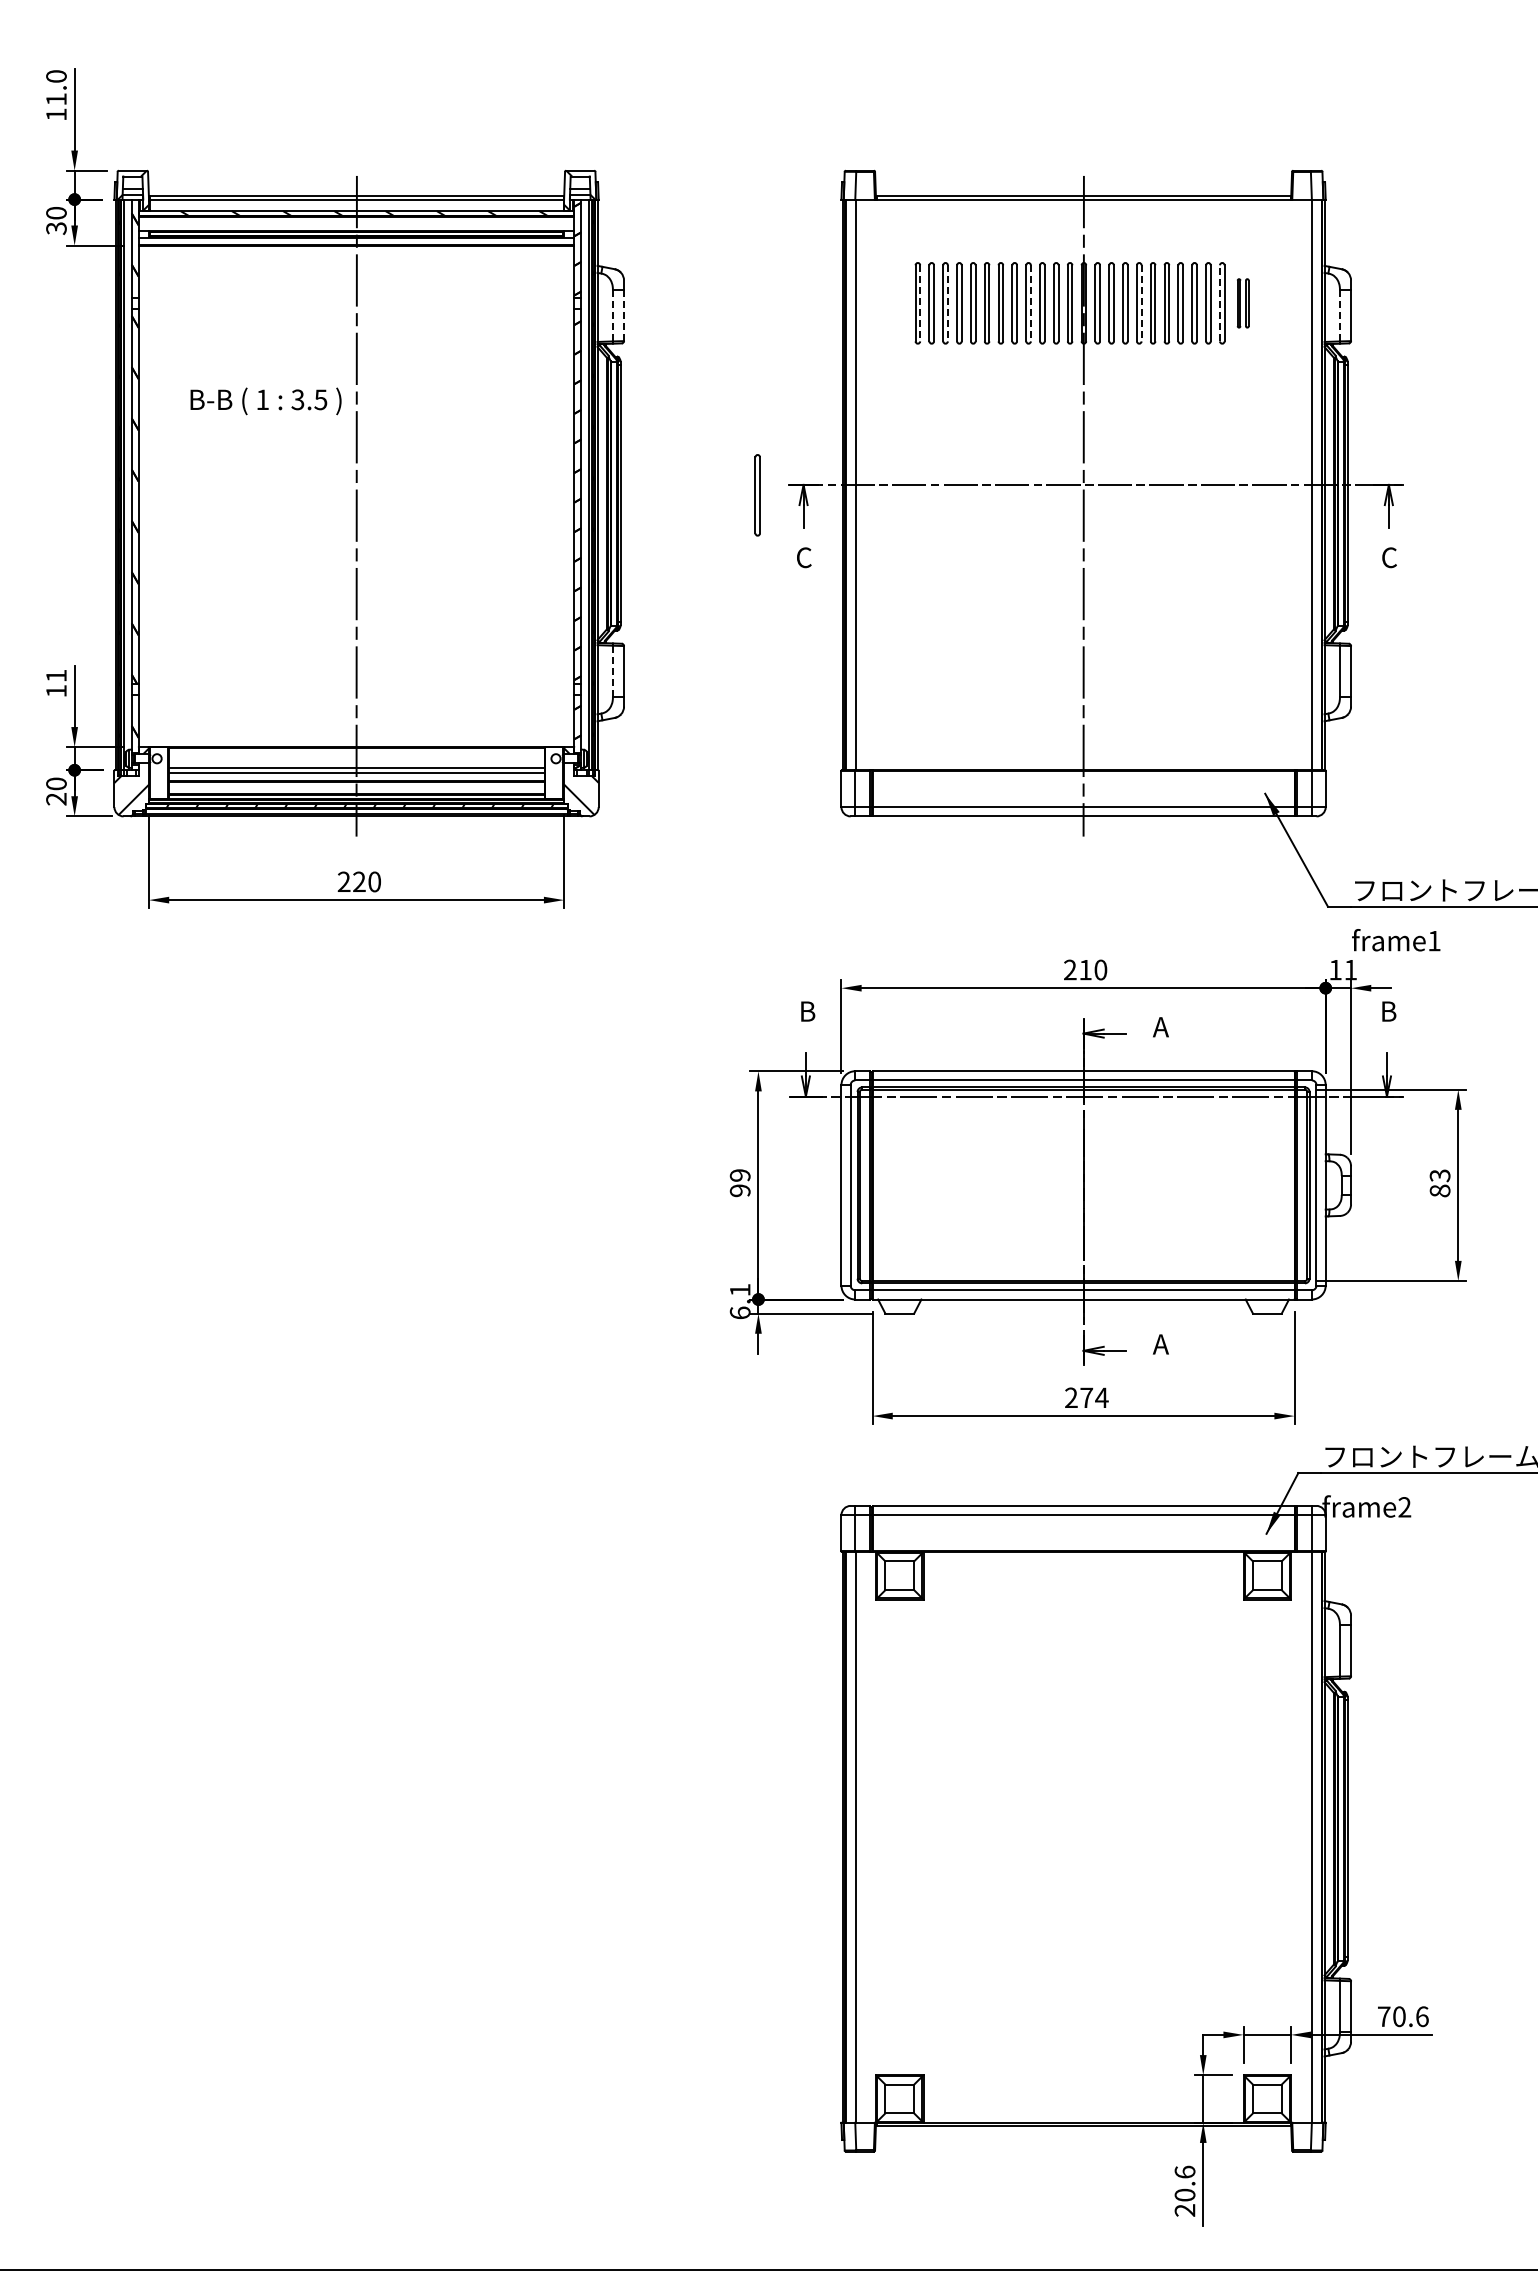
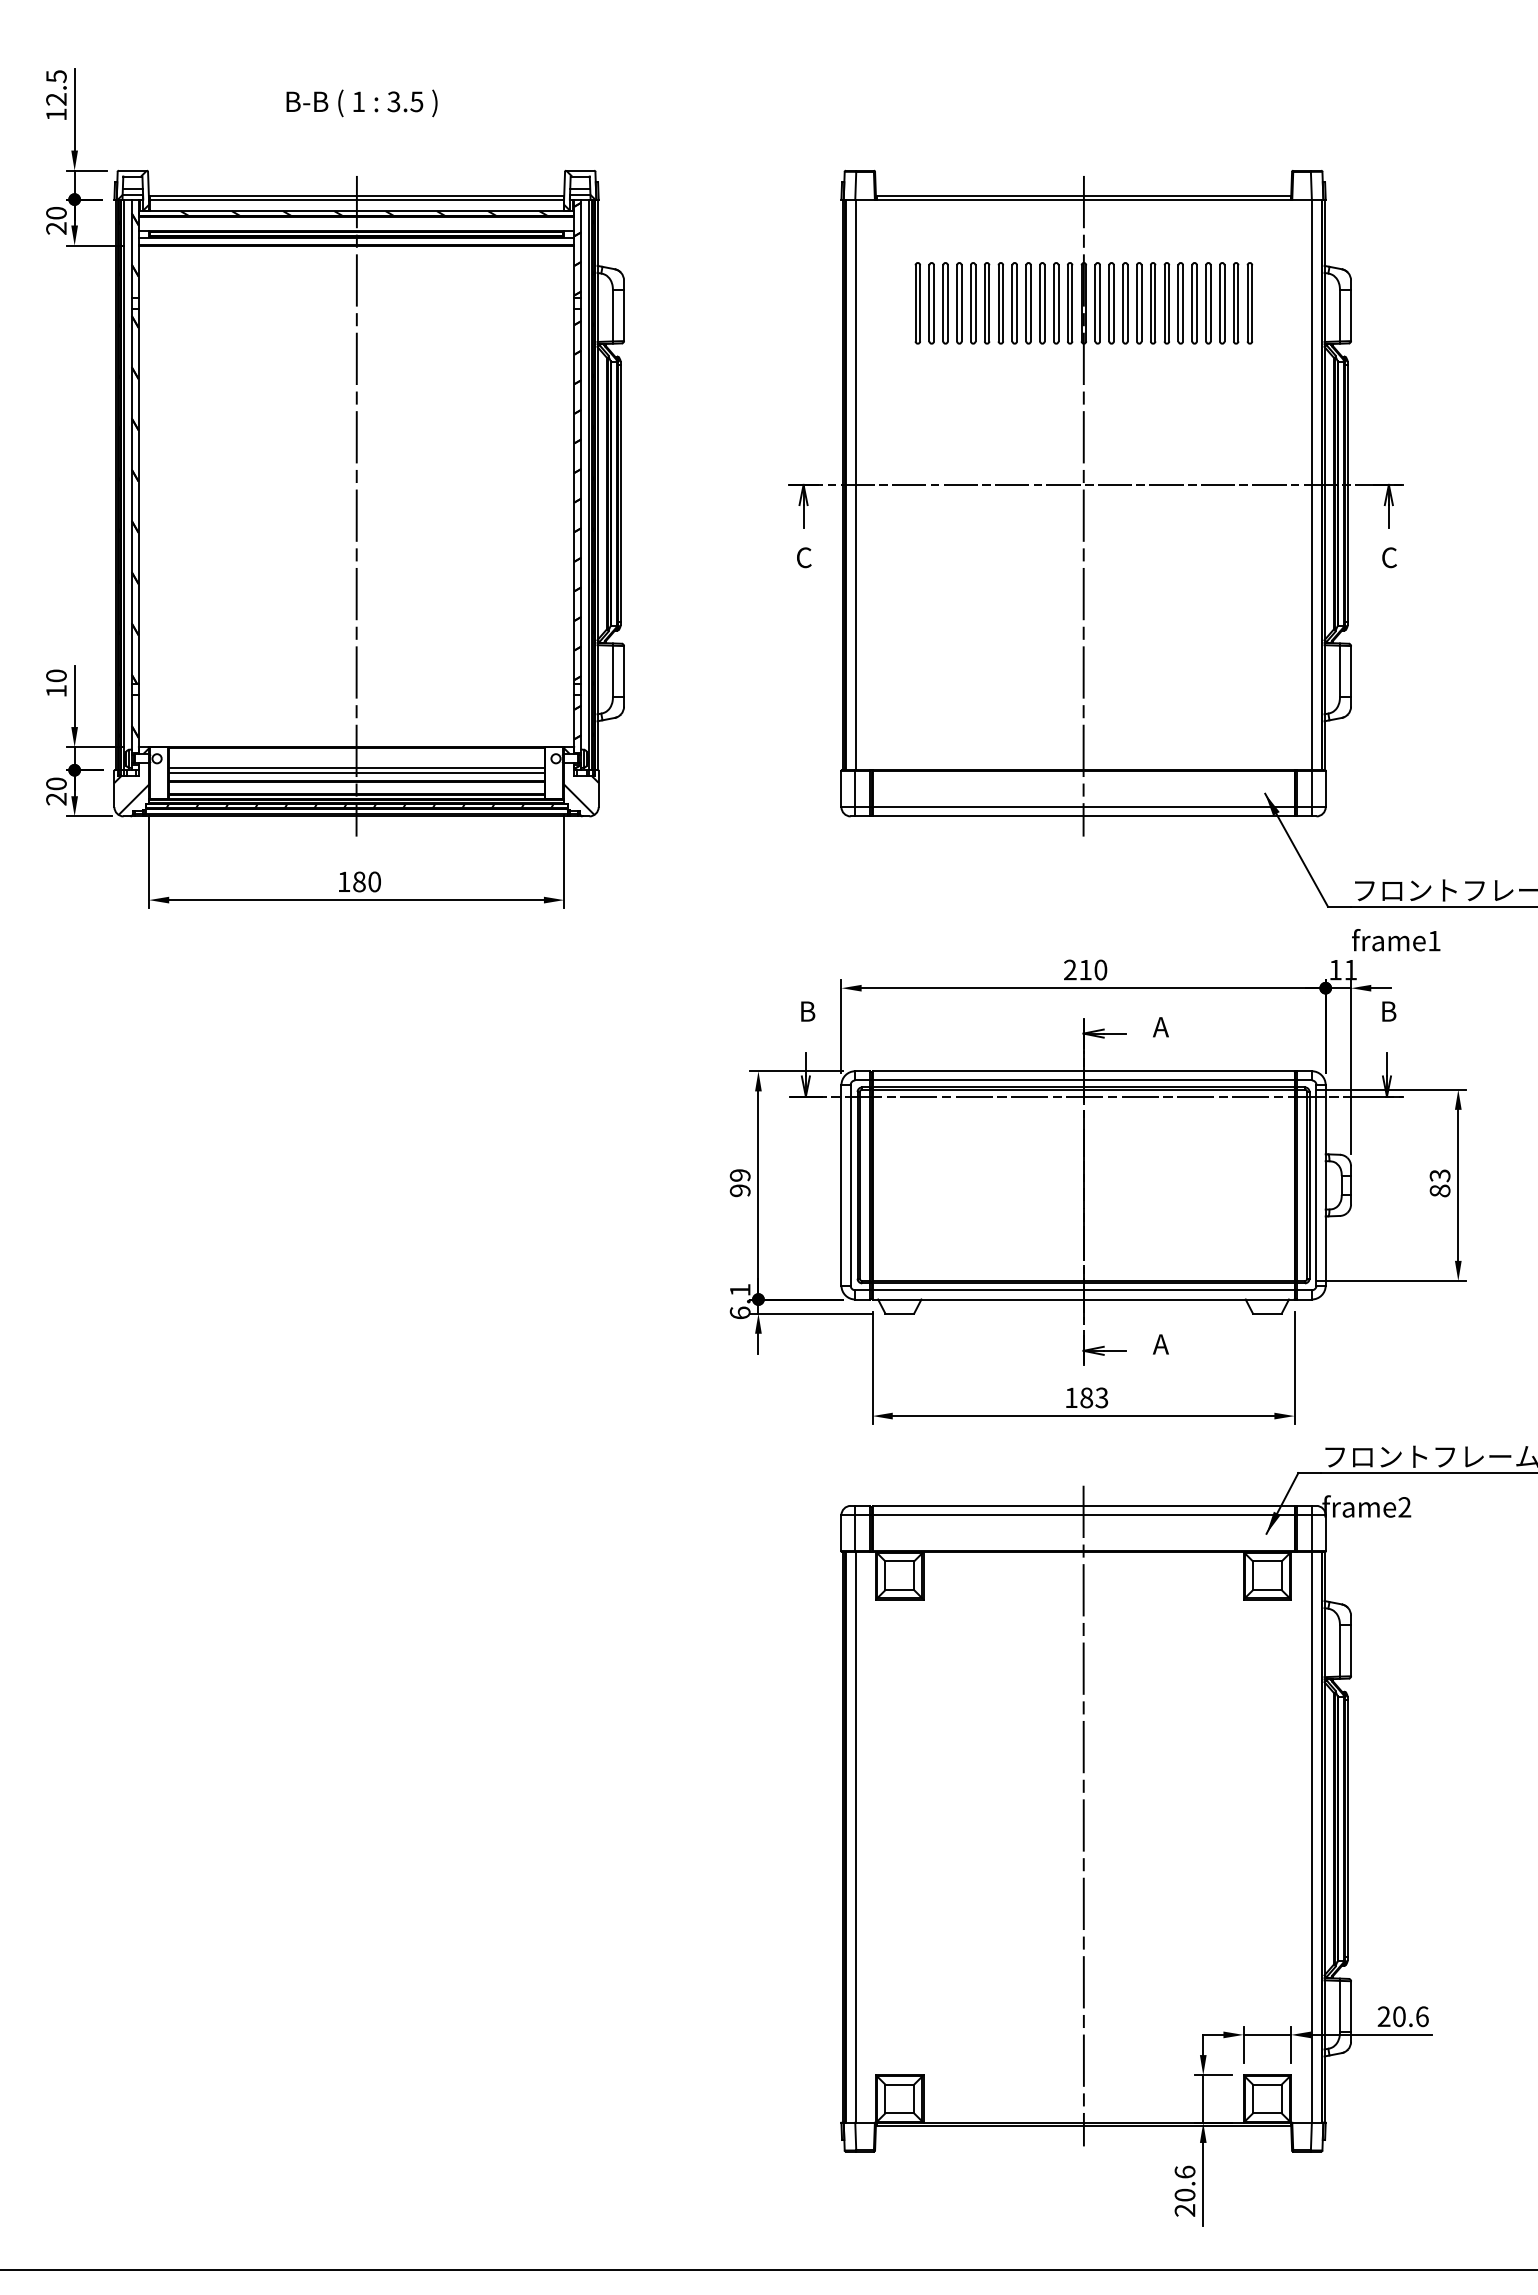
text at (56, 87): 11.0 -> 12.5
text at (56, 228): 30 -> 20
line at (1219, 302): dashed -> solid
line at (920, 303): dashed -> solid
line at (947, 303): dashed -> solid
line at (1030, 303): dashed -> solid
line at (1141, 303): dashed -> solid
part at (1242, 303) size: 14x51 px -> 21x83 px
line at (612, 315): dashed -> solid
line at (624, 315): dashed -> solid
line at (1339, 315): dashed -> solid
text at (265, 401) position: (265, 401) -> (361, 103)
part at (757, 495): present -> none
line at (612, 671): dashed -> solid
text at (56, 675): 11 -> 10
text at (351, 881): 220 -> 180
text at (1086, 1397): 274 -> 183
line at (1083, 1815): none -> present
text at (1383, 2016): 70.6 -> 20.6
